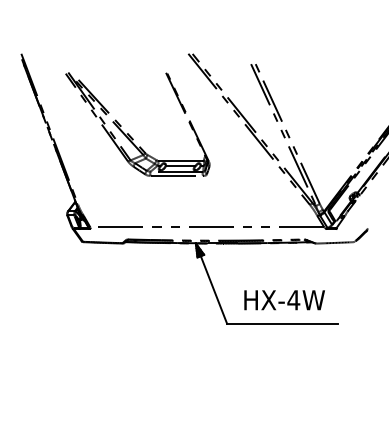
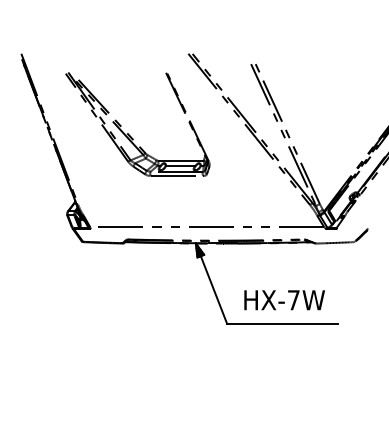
text at (293, 300): HX-4W -> HX-7W
